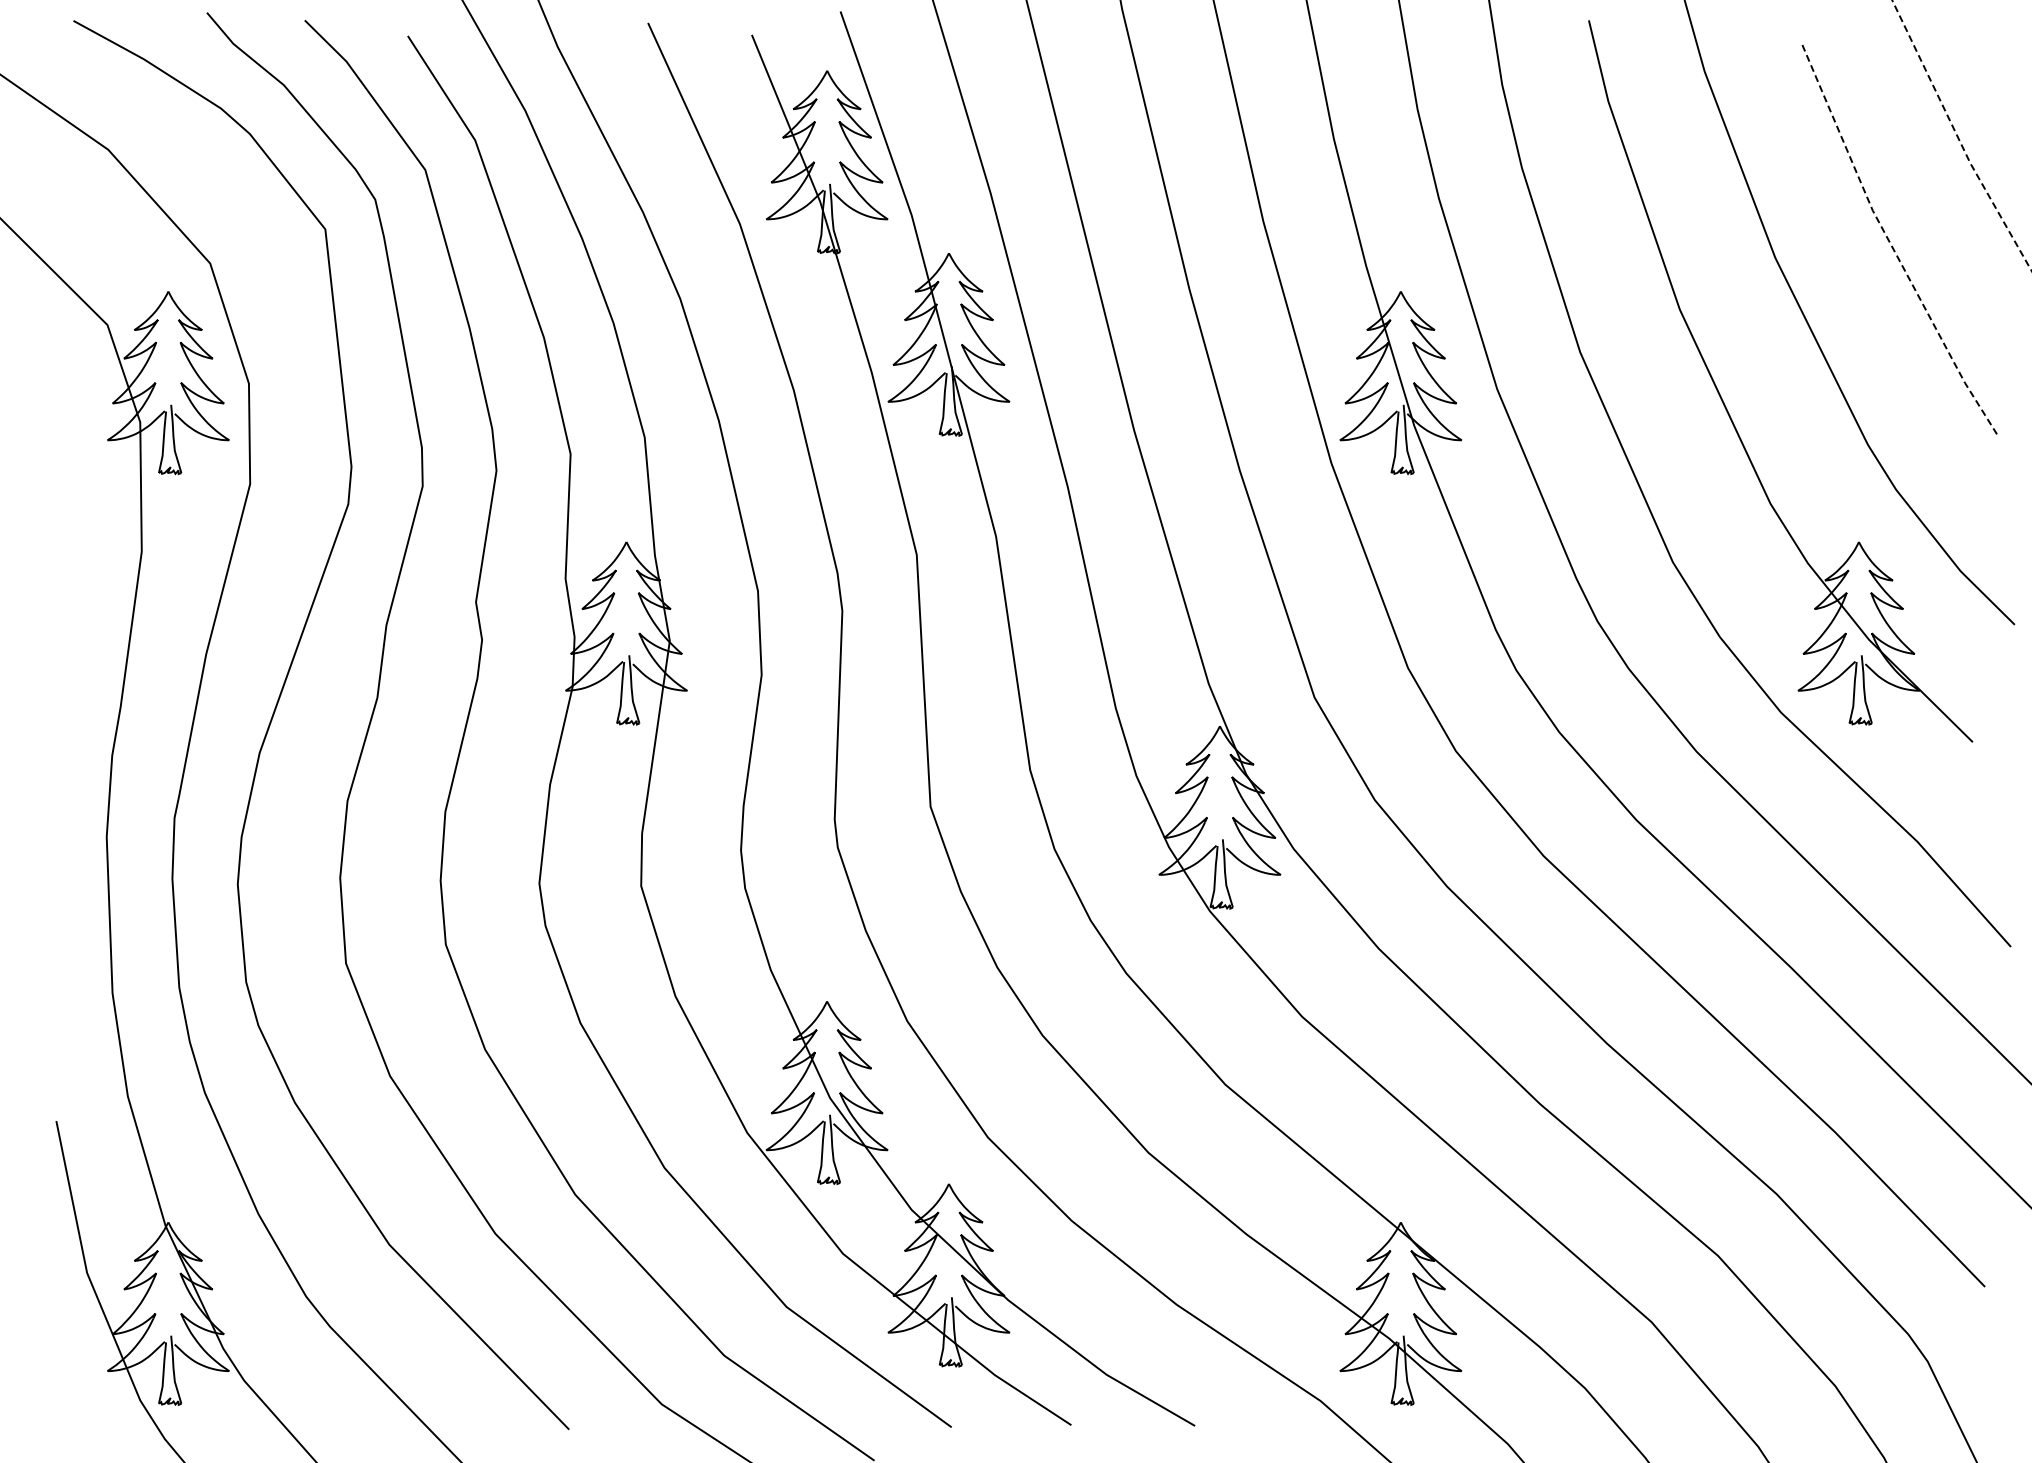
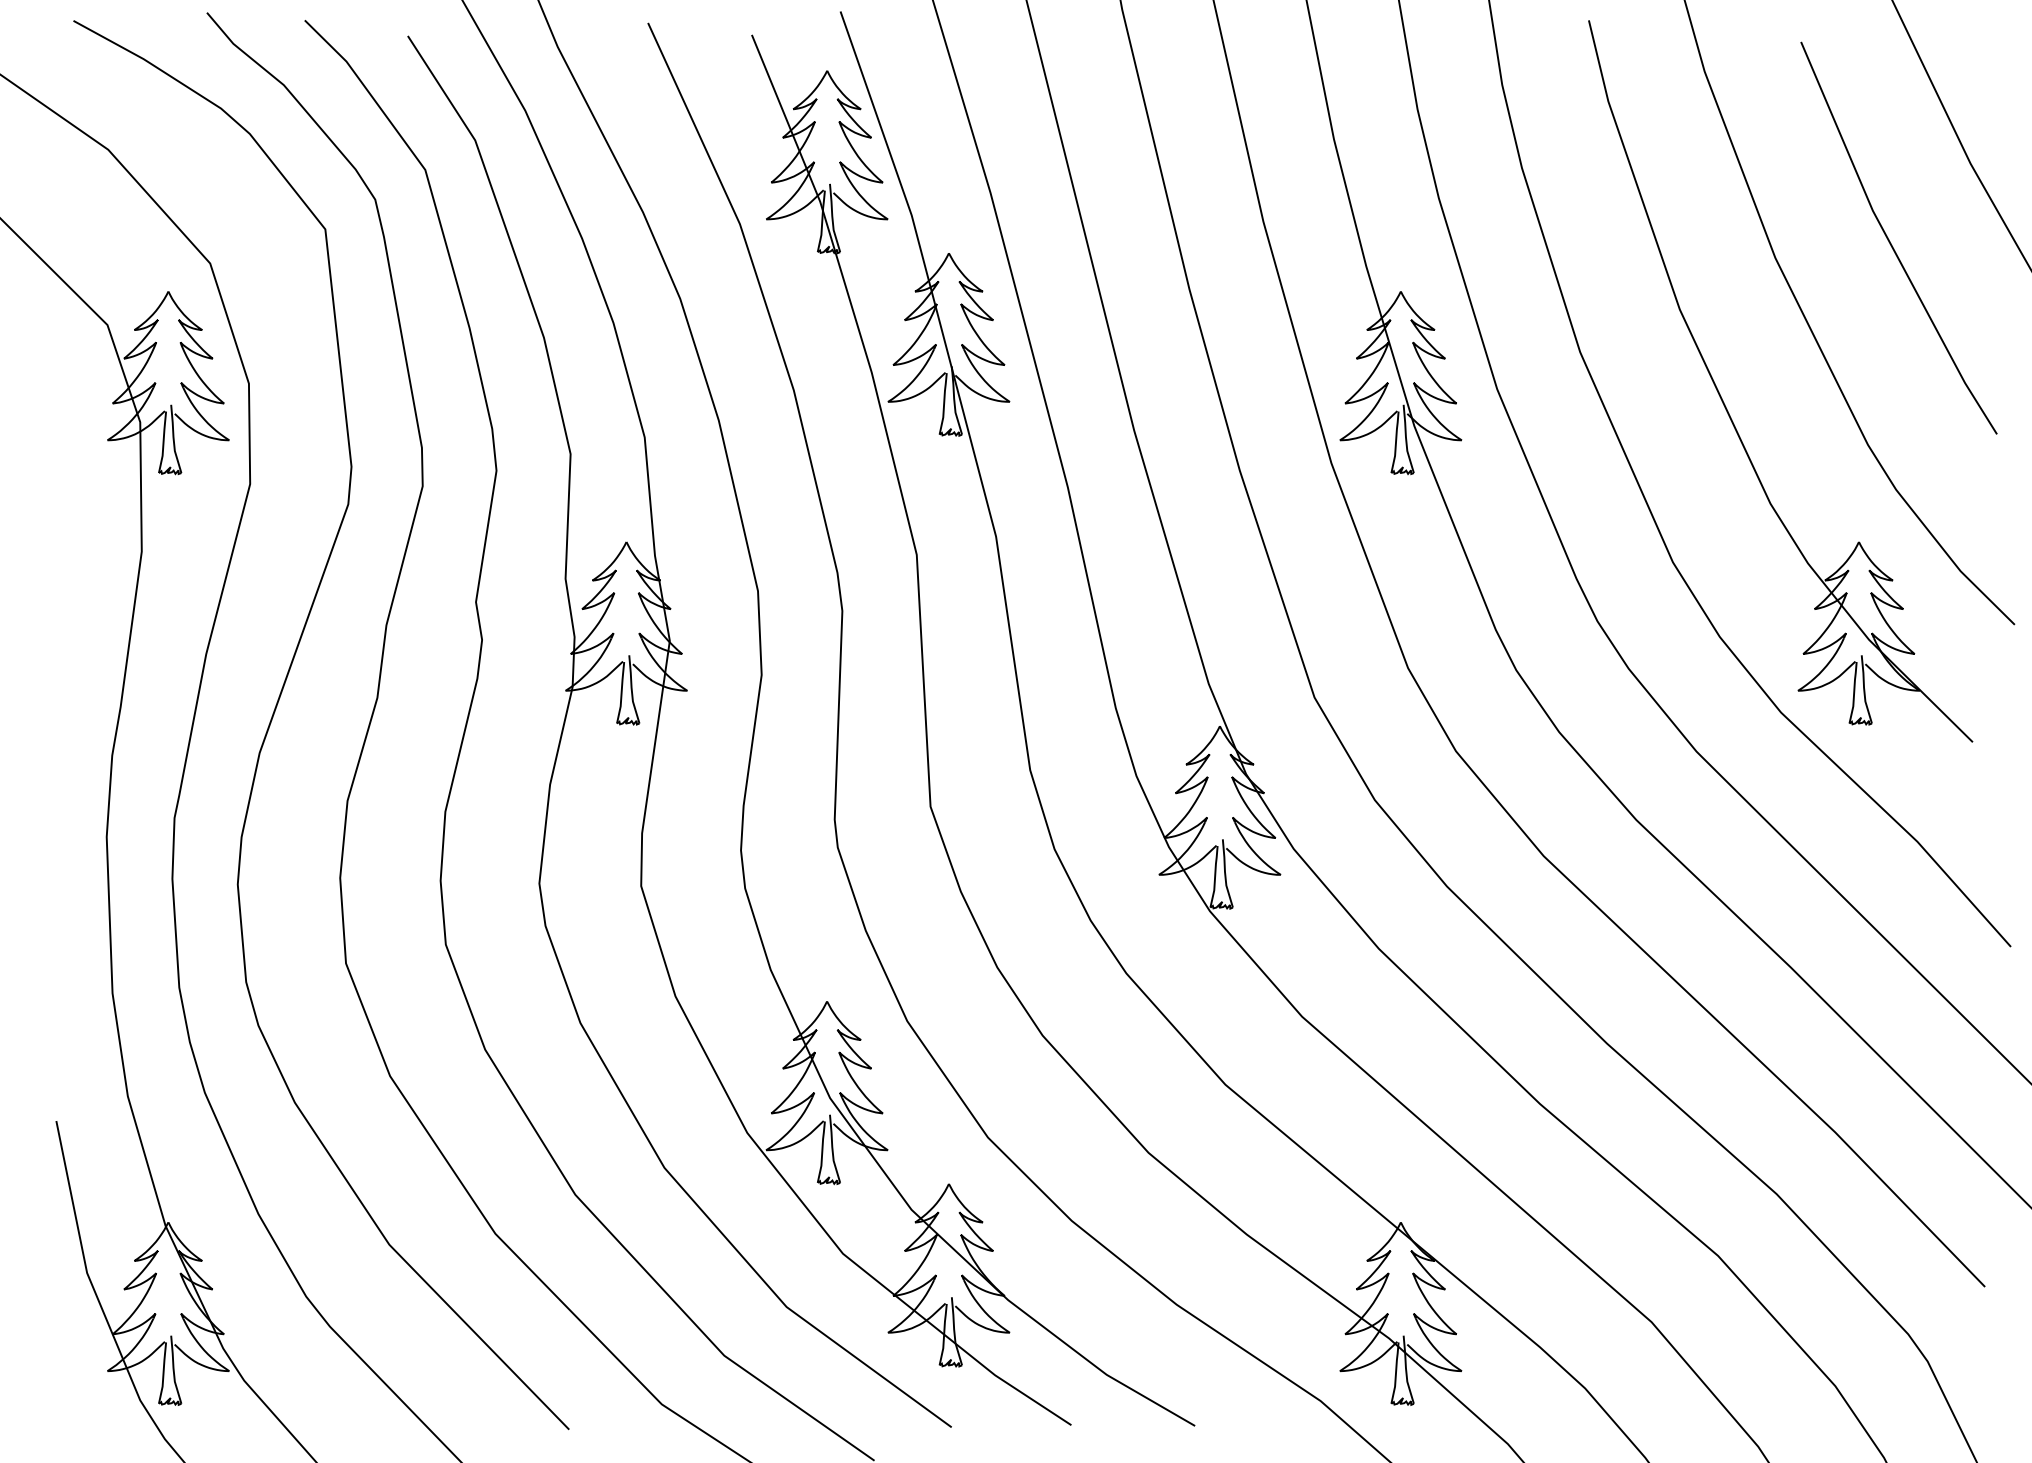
line at (1958, 137): dashed -> solid
line at (1889, 242): dashed -> solid
